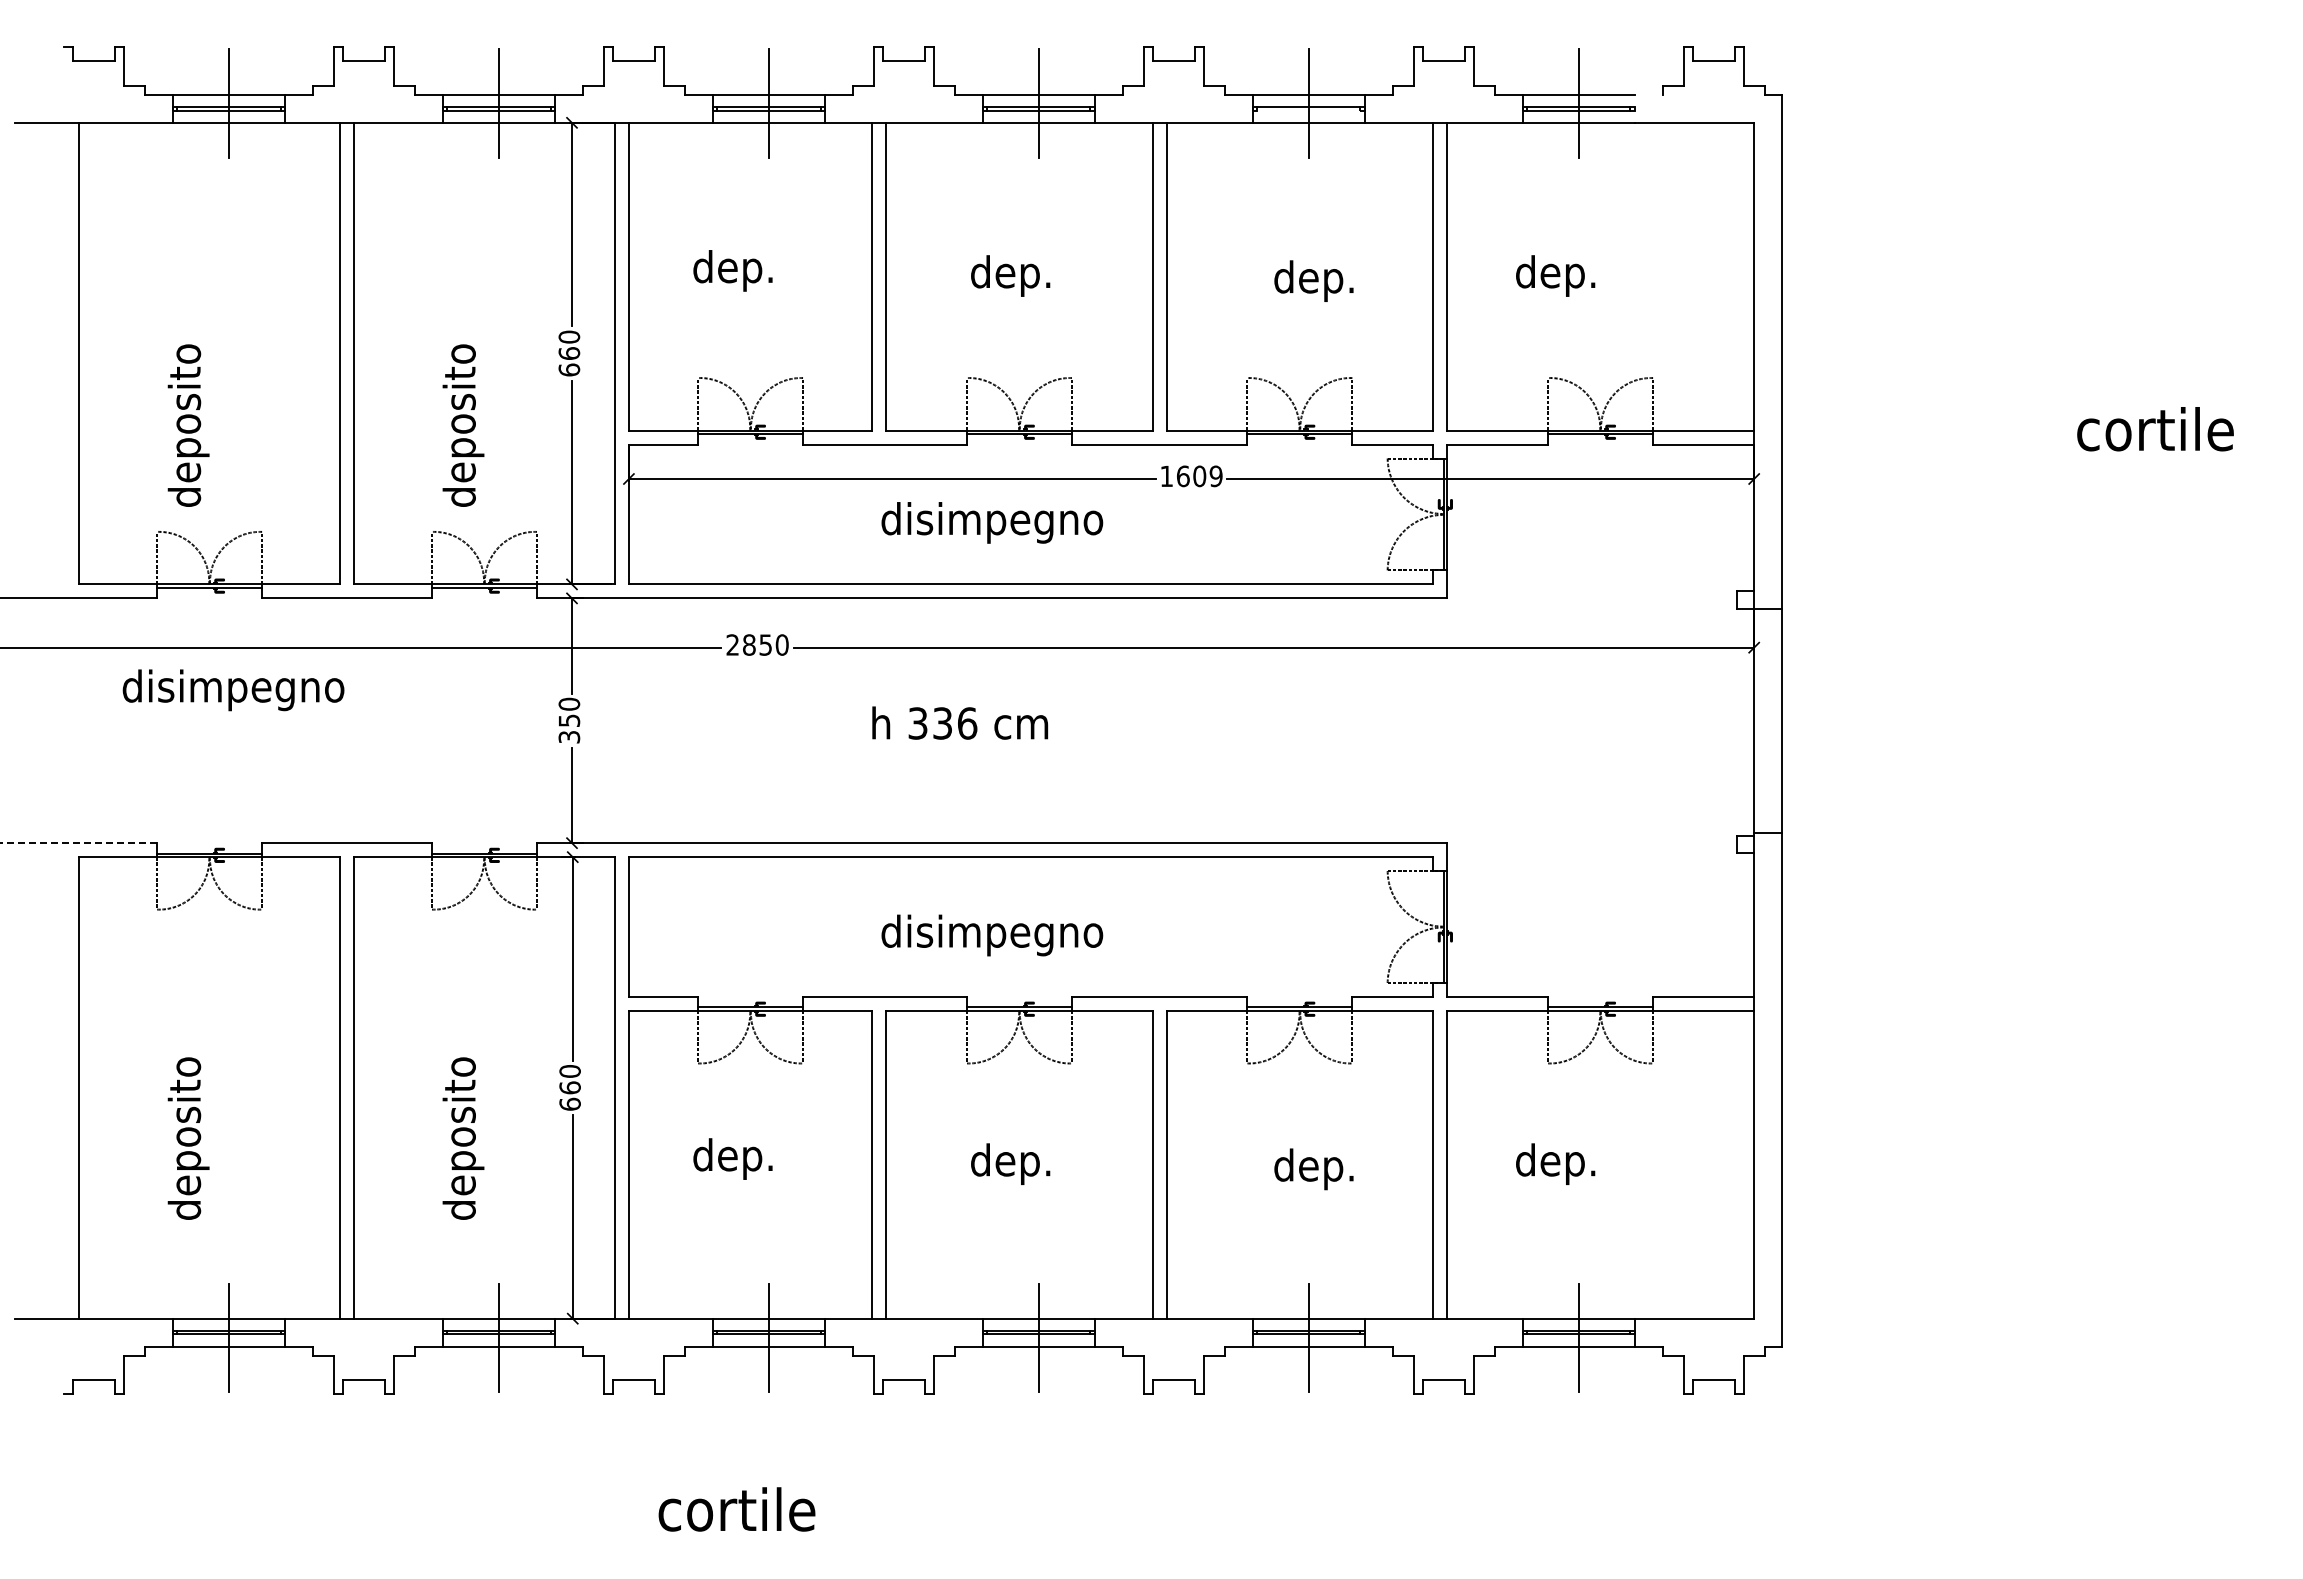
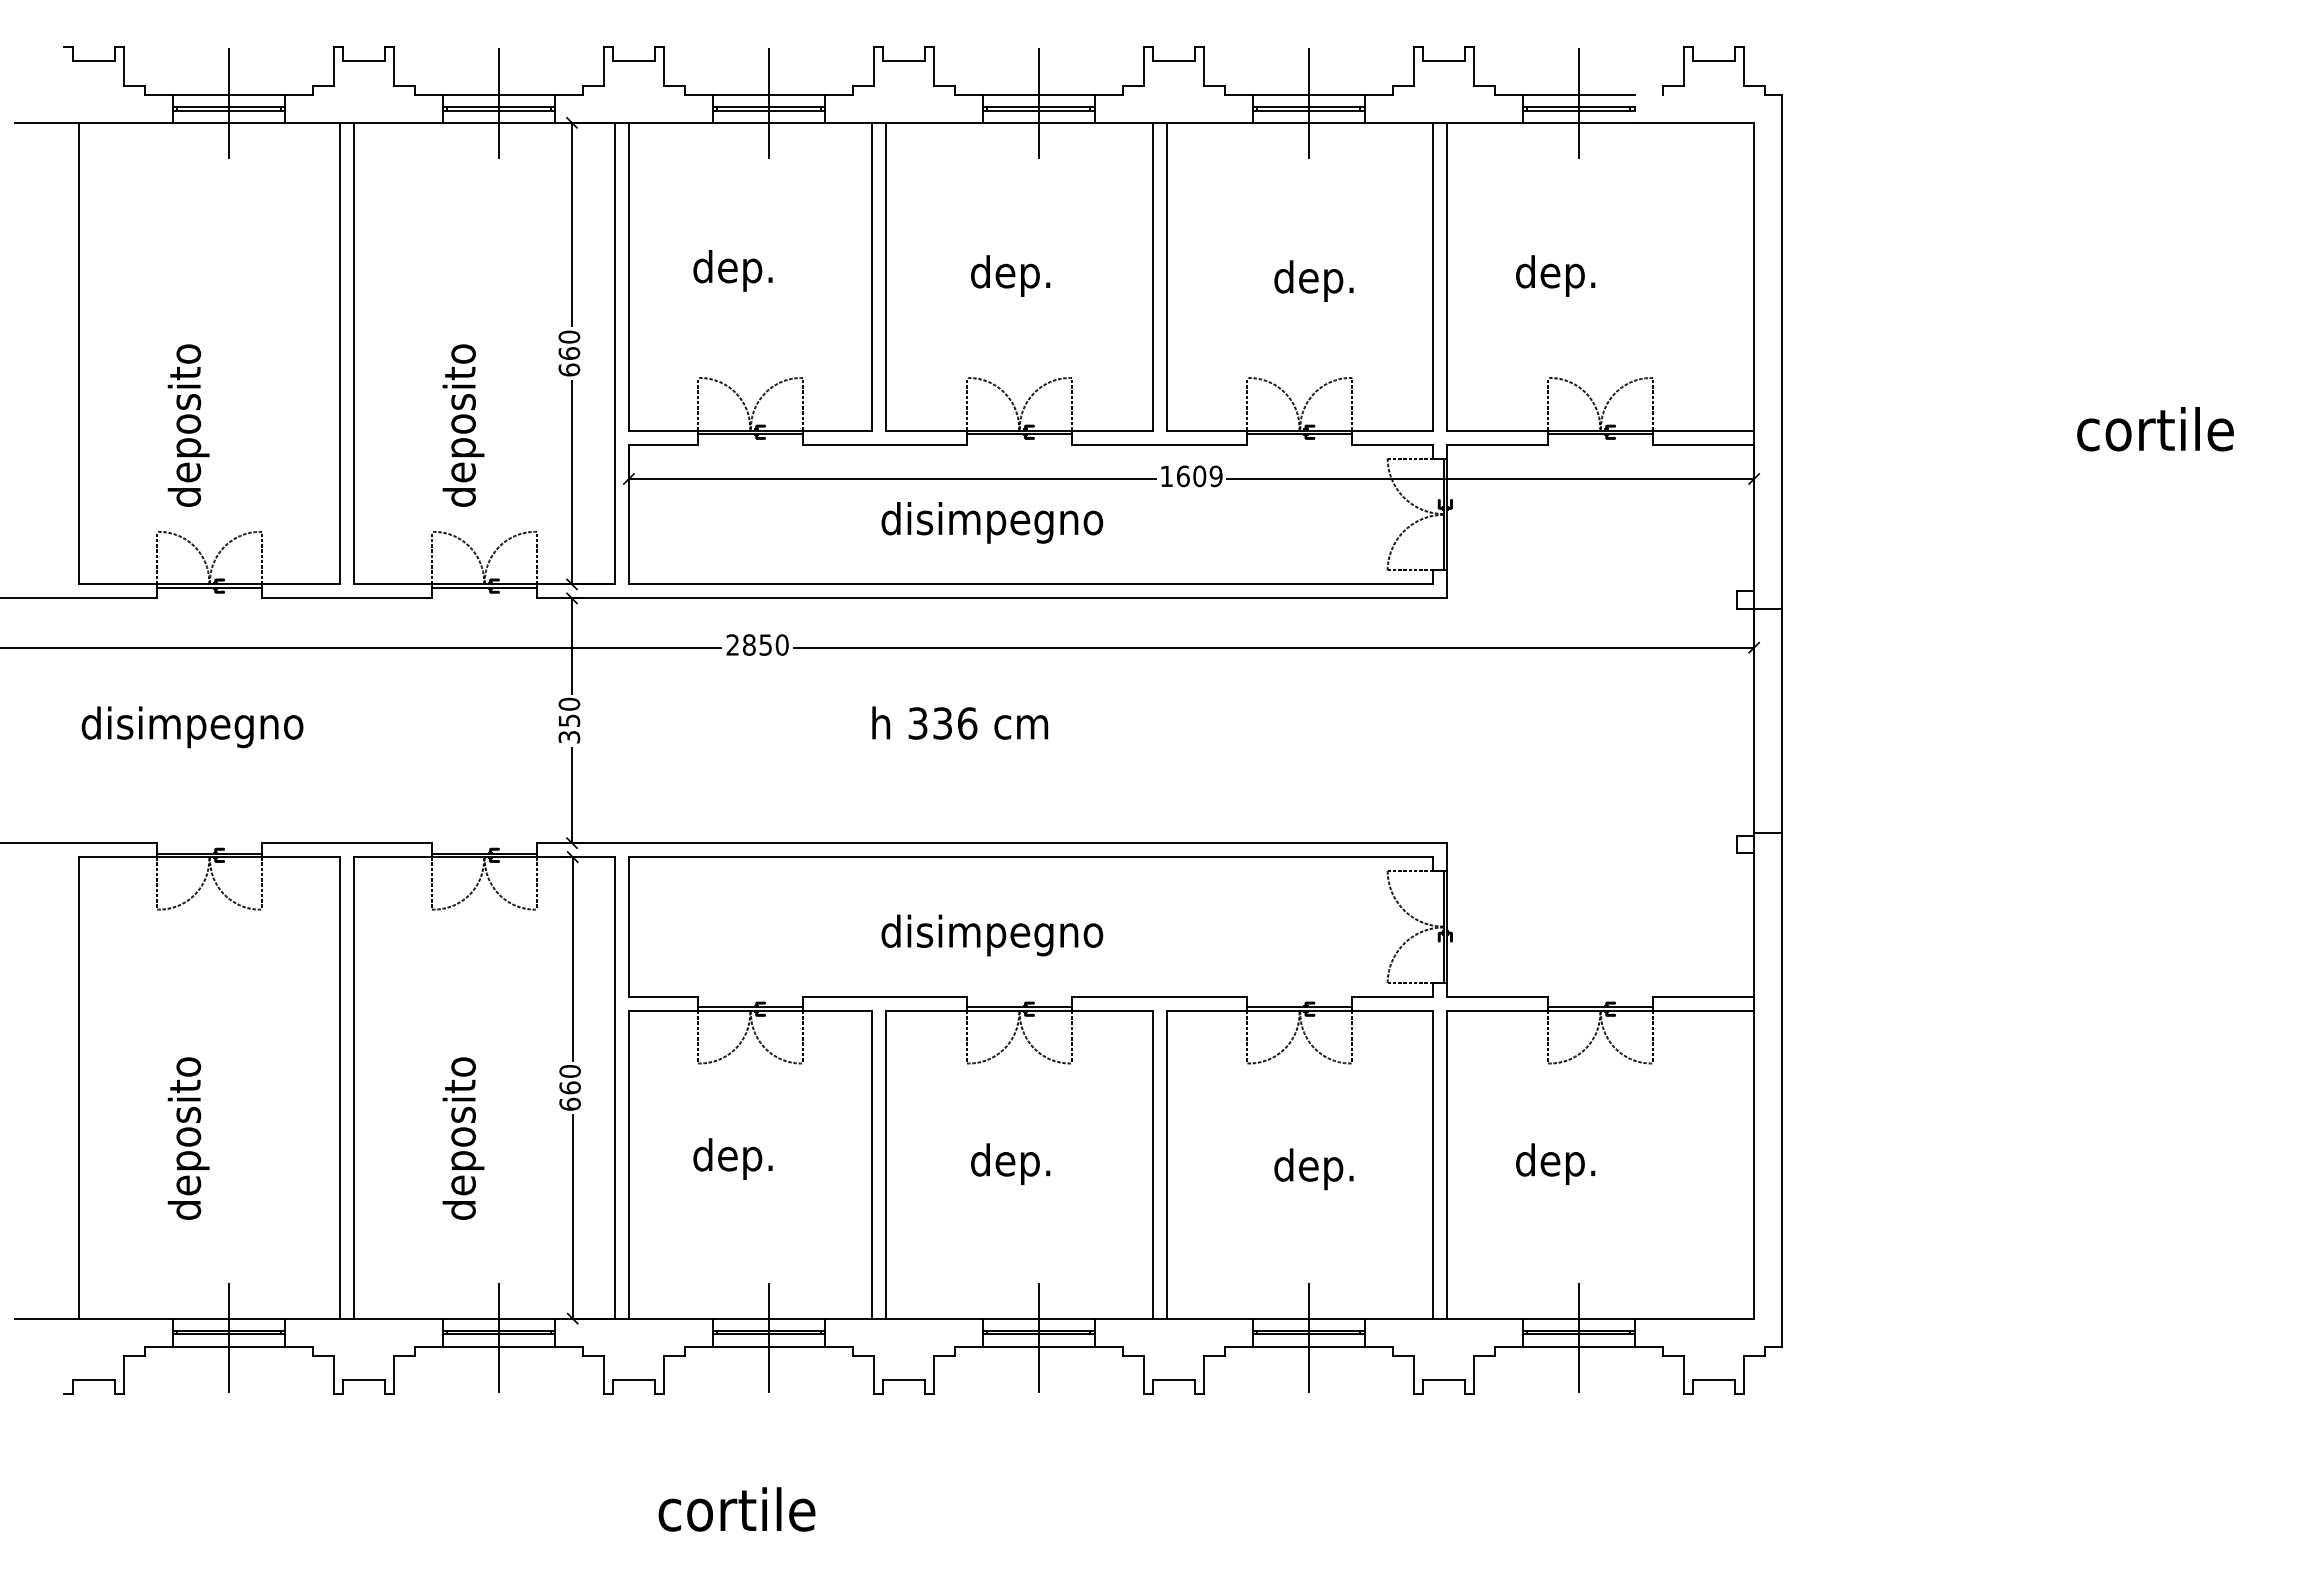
line at (1308, 110): none -> present
text at (233, 690) position: (233, 690) -> (192, 727)
line at (78, 843): dashed -> solid
